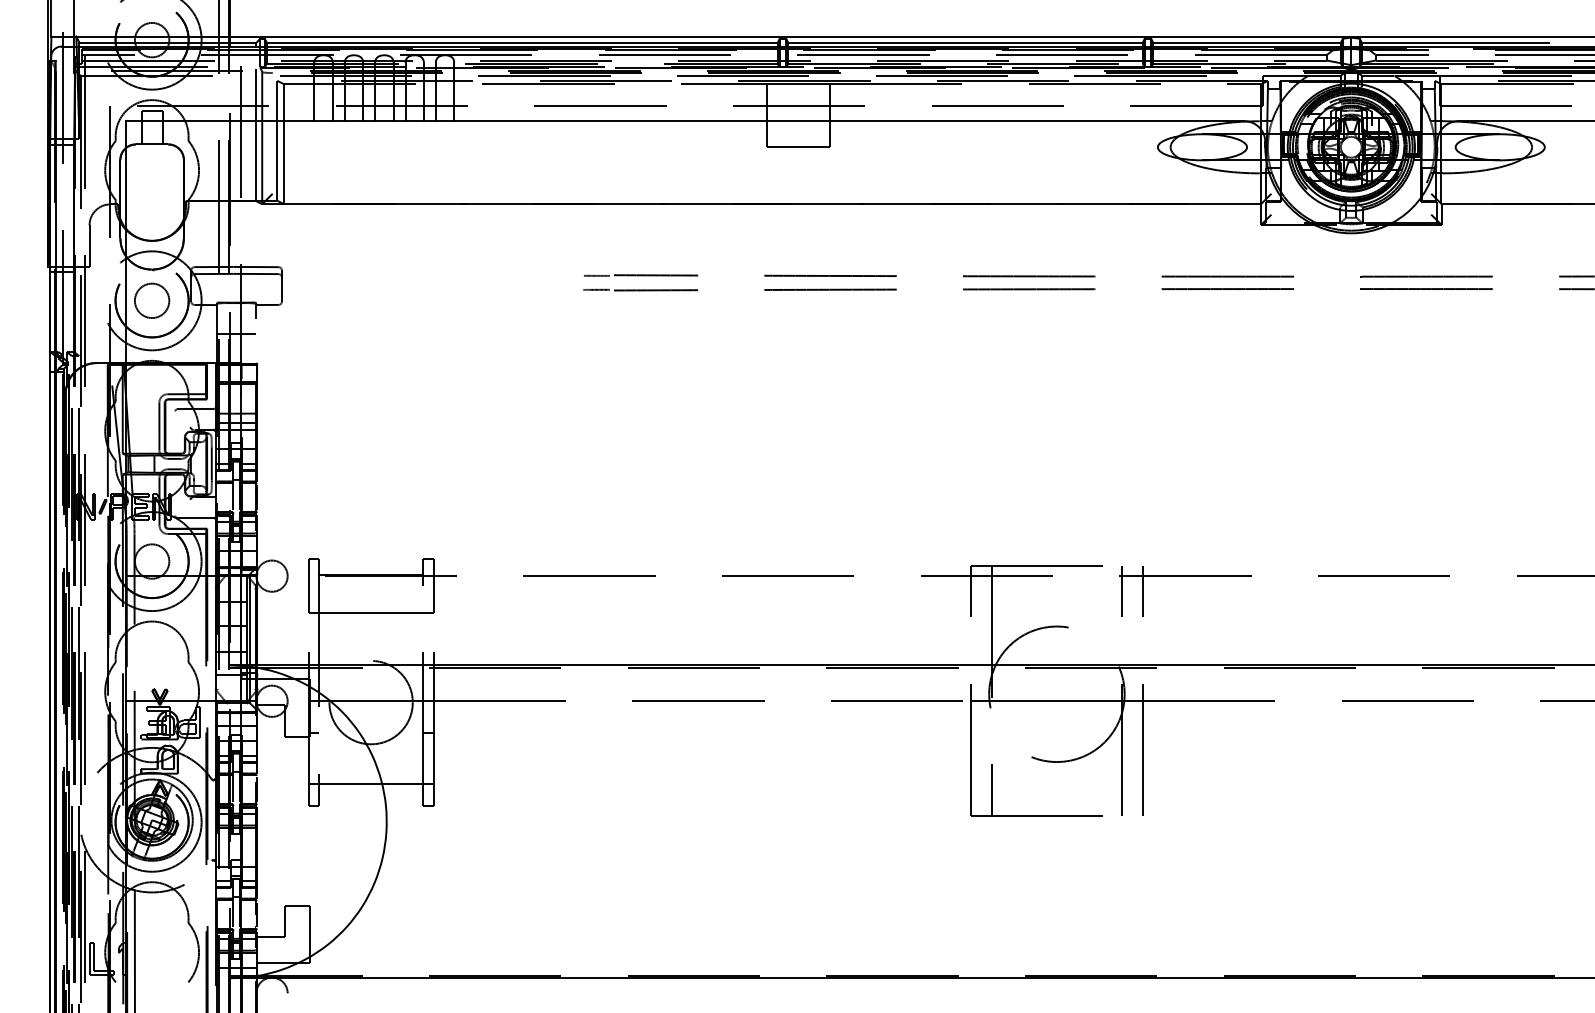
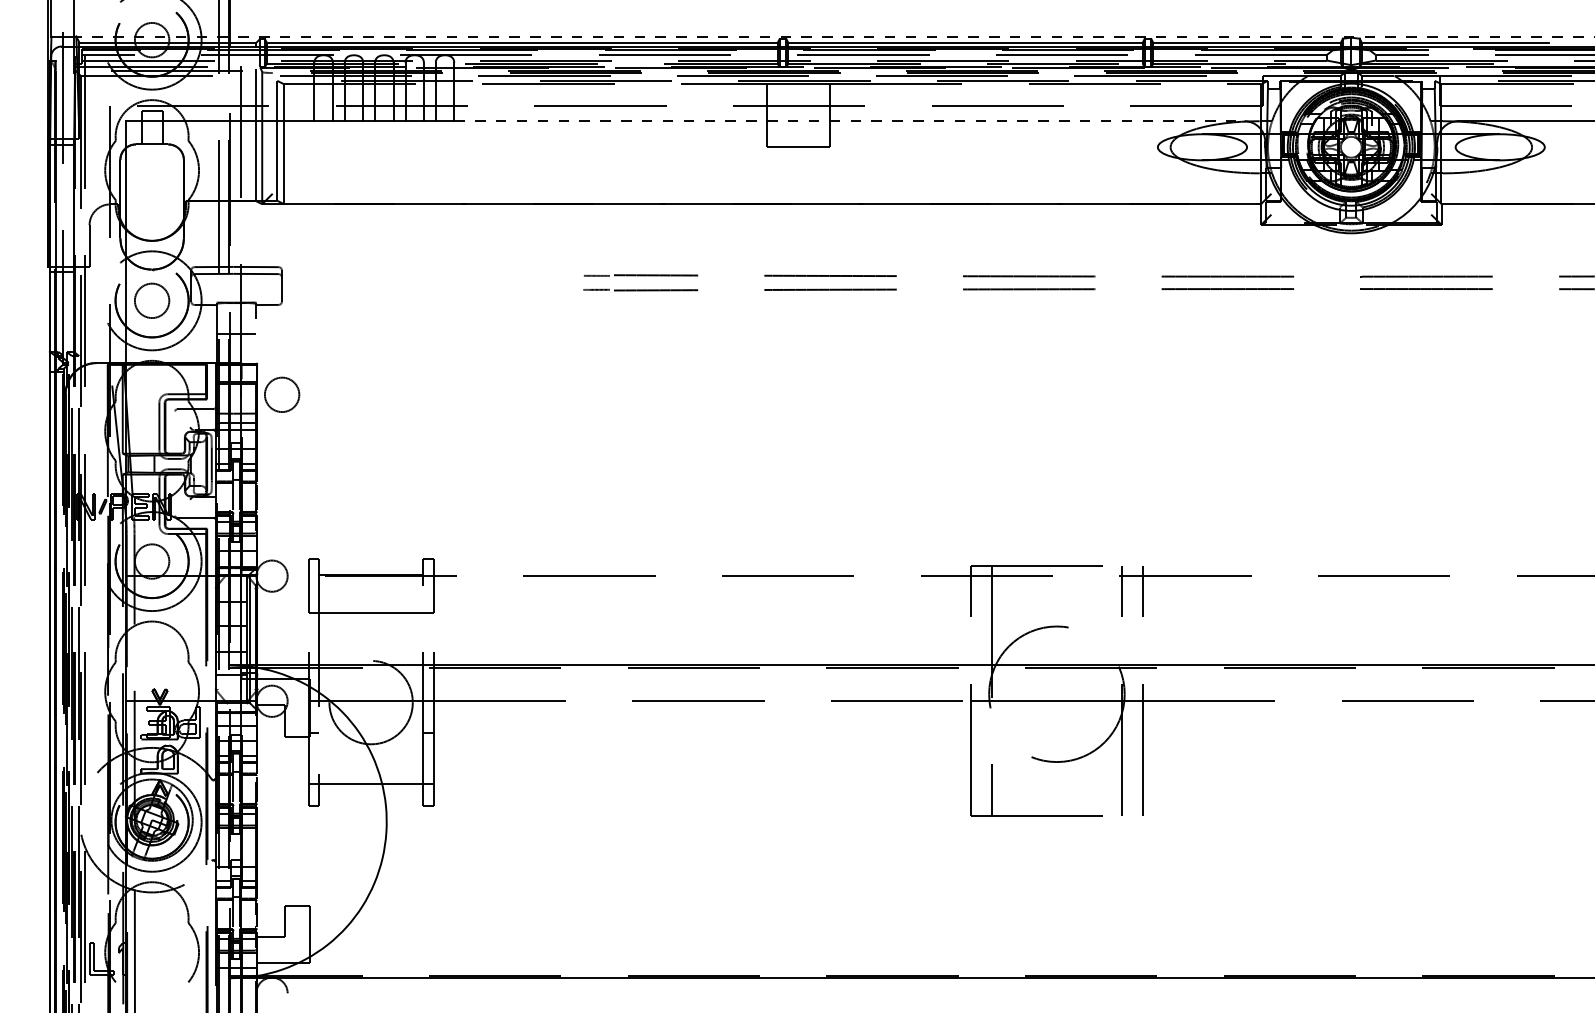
line at (835, 36): solid -> dashed
line at (849, 121): solid -> dashed
circle at (282, 394): none -> present
